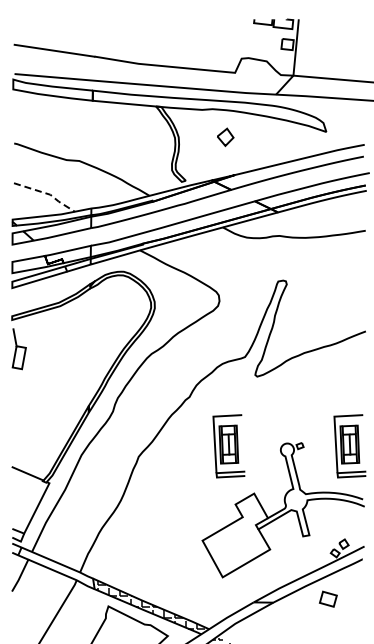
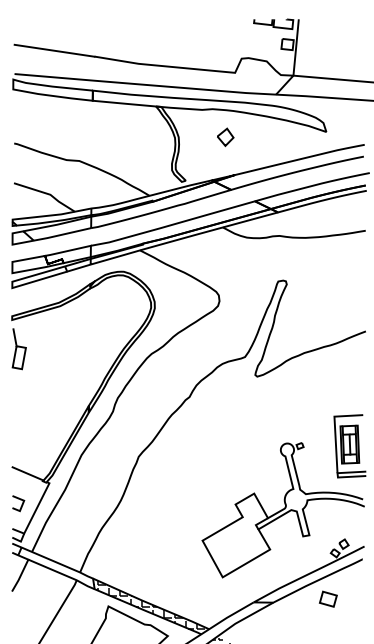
line at (47, 193): dashed -> solid
part at (228, 446): present -> none
line at (21, 504): none -> present
